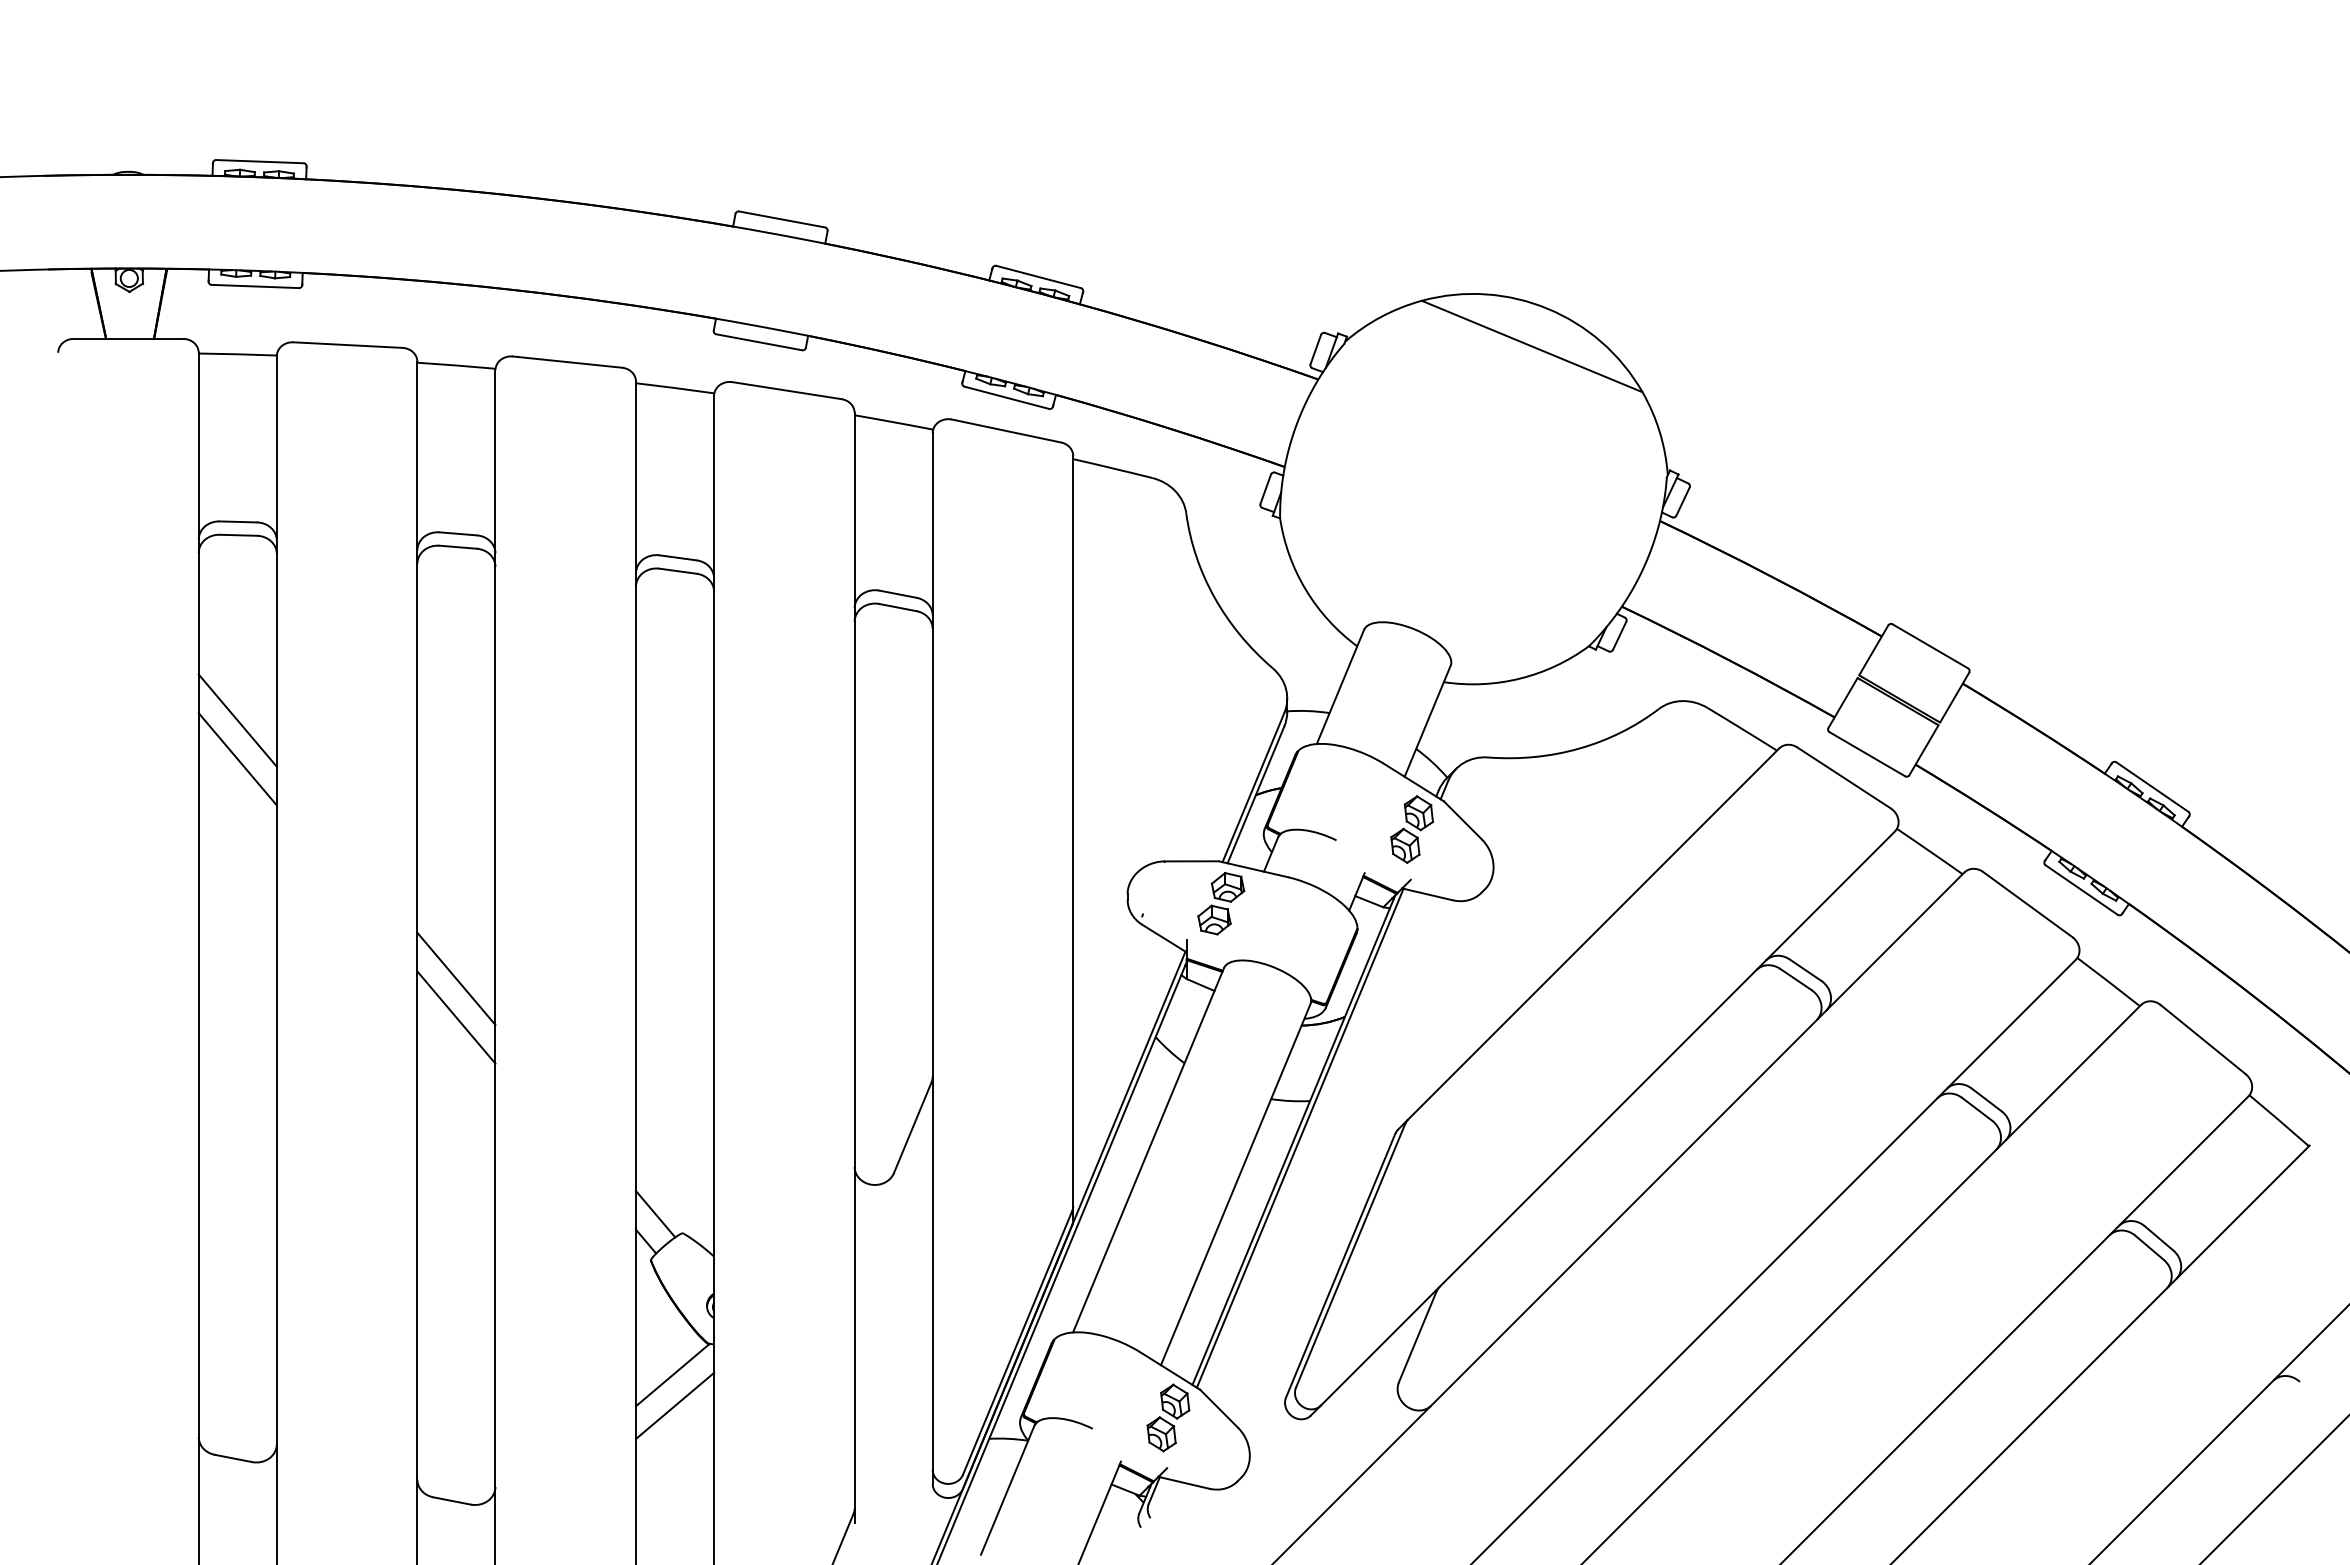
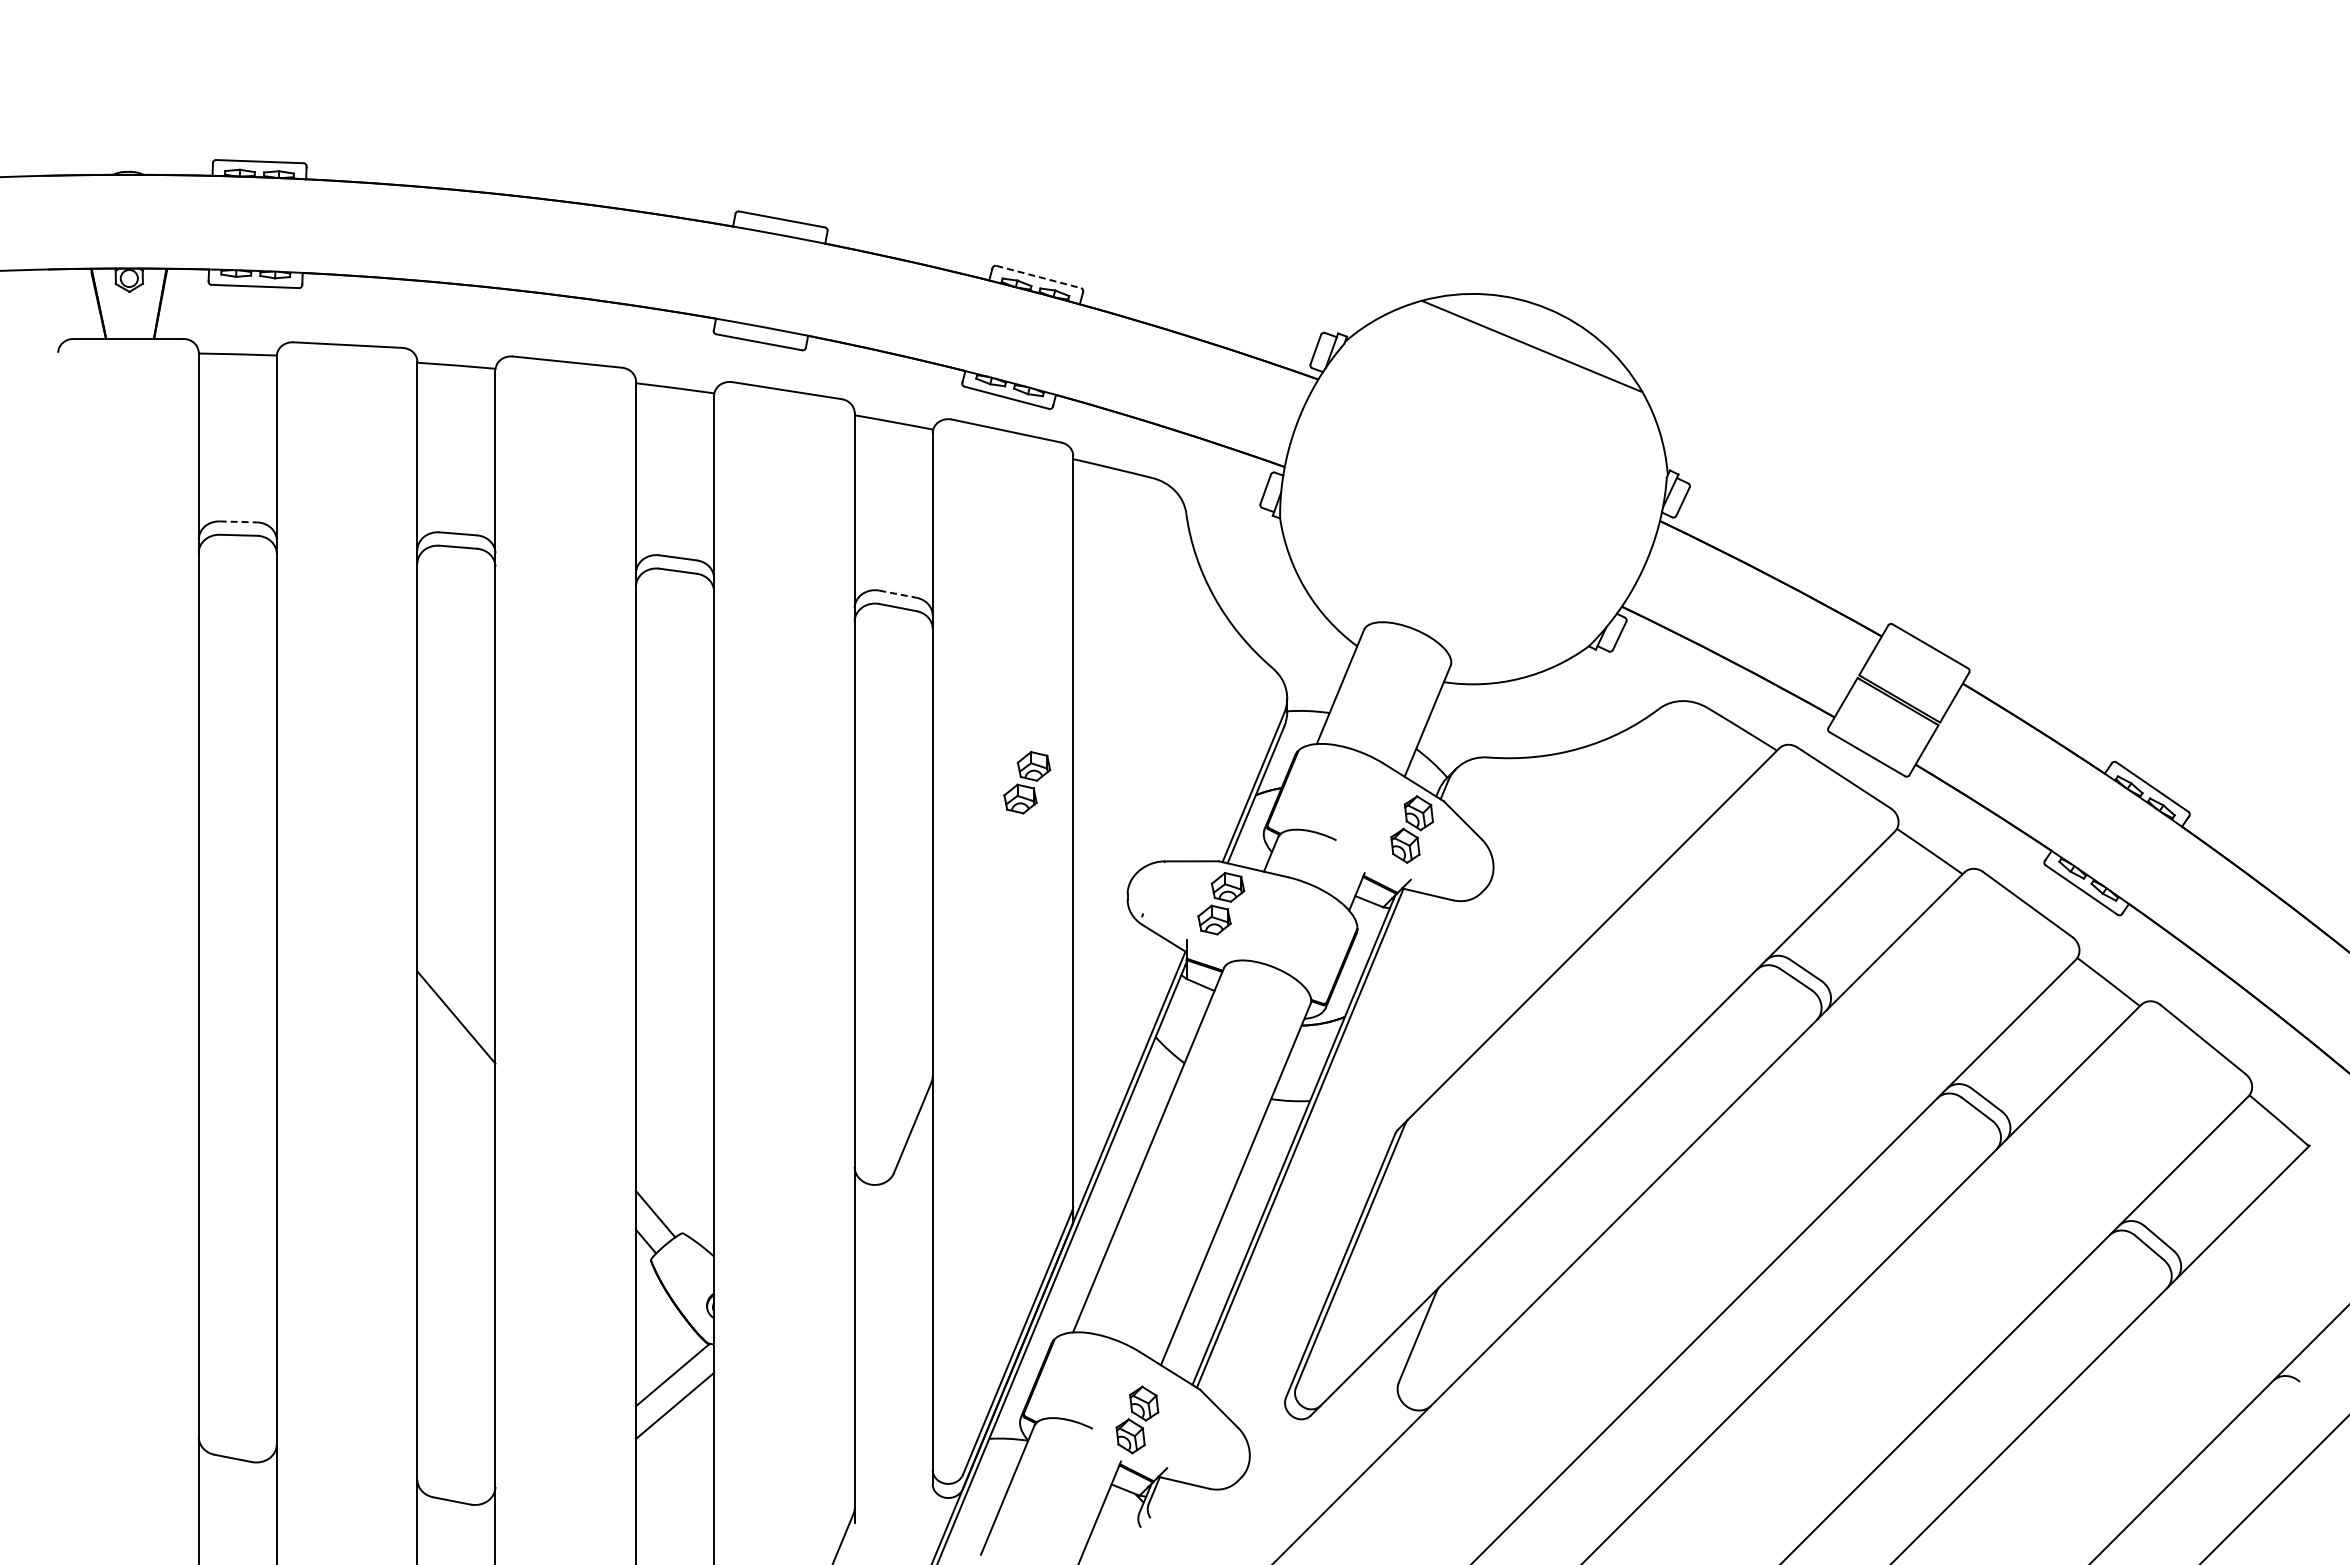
line at (1038, 276): solid -> dashed
line at (238, 521): solid -> dashed
line at (898, 594): solid -> dashed
line at (237, 720): present -> none
line at (237, 759): present -> none
part at (1027, 782): none -> present
line at (456, 978): present -> none
part at (1168, 1417) position: (1168, 1417) -> (1137, 1419)
